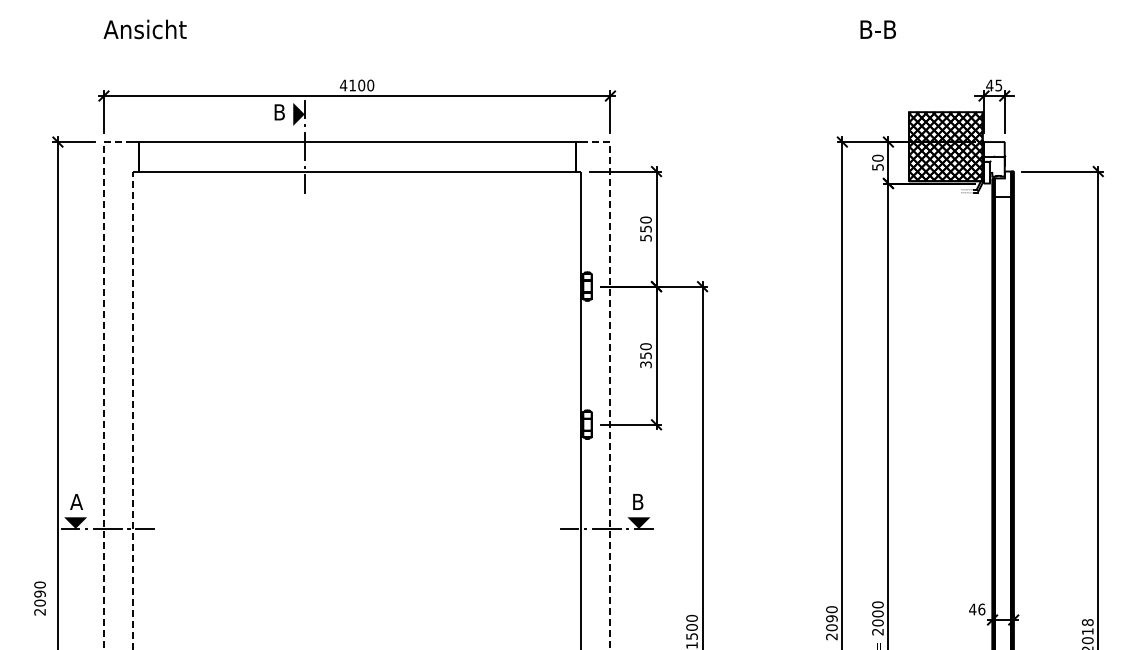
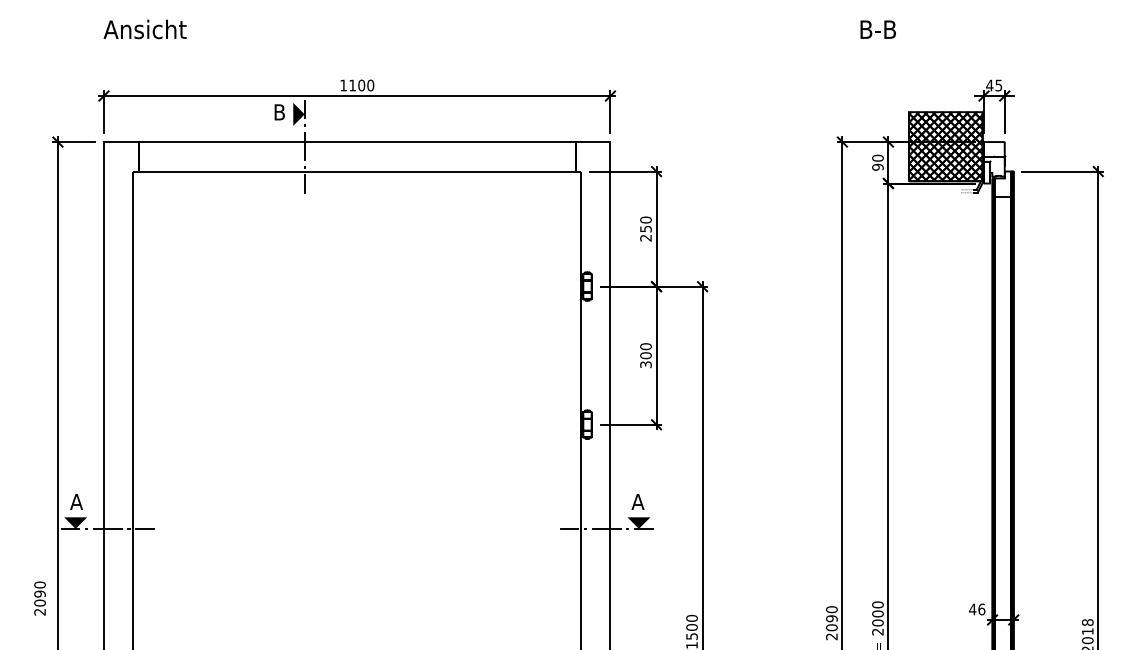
text at (343, 85): 4100 -> 1100
text at (877, 166): 50 -> 90
text at (645, 237): 550 -> 250
text at (645, 355): 350 -> 300
line at (103, 380): dashed -> solid
line at (610, 380): dashed -> solid
line at (133, 410): dashed -> solid
text at (637, 501): B -> A
